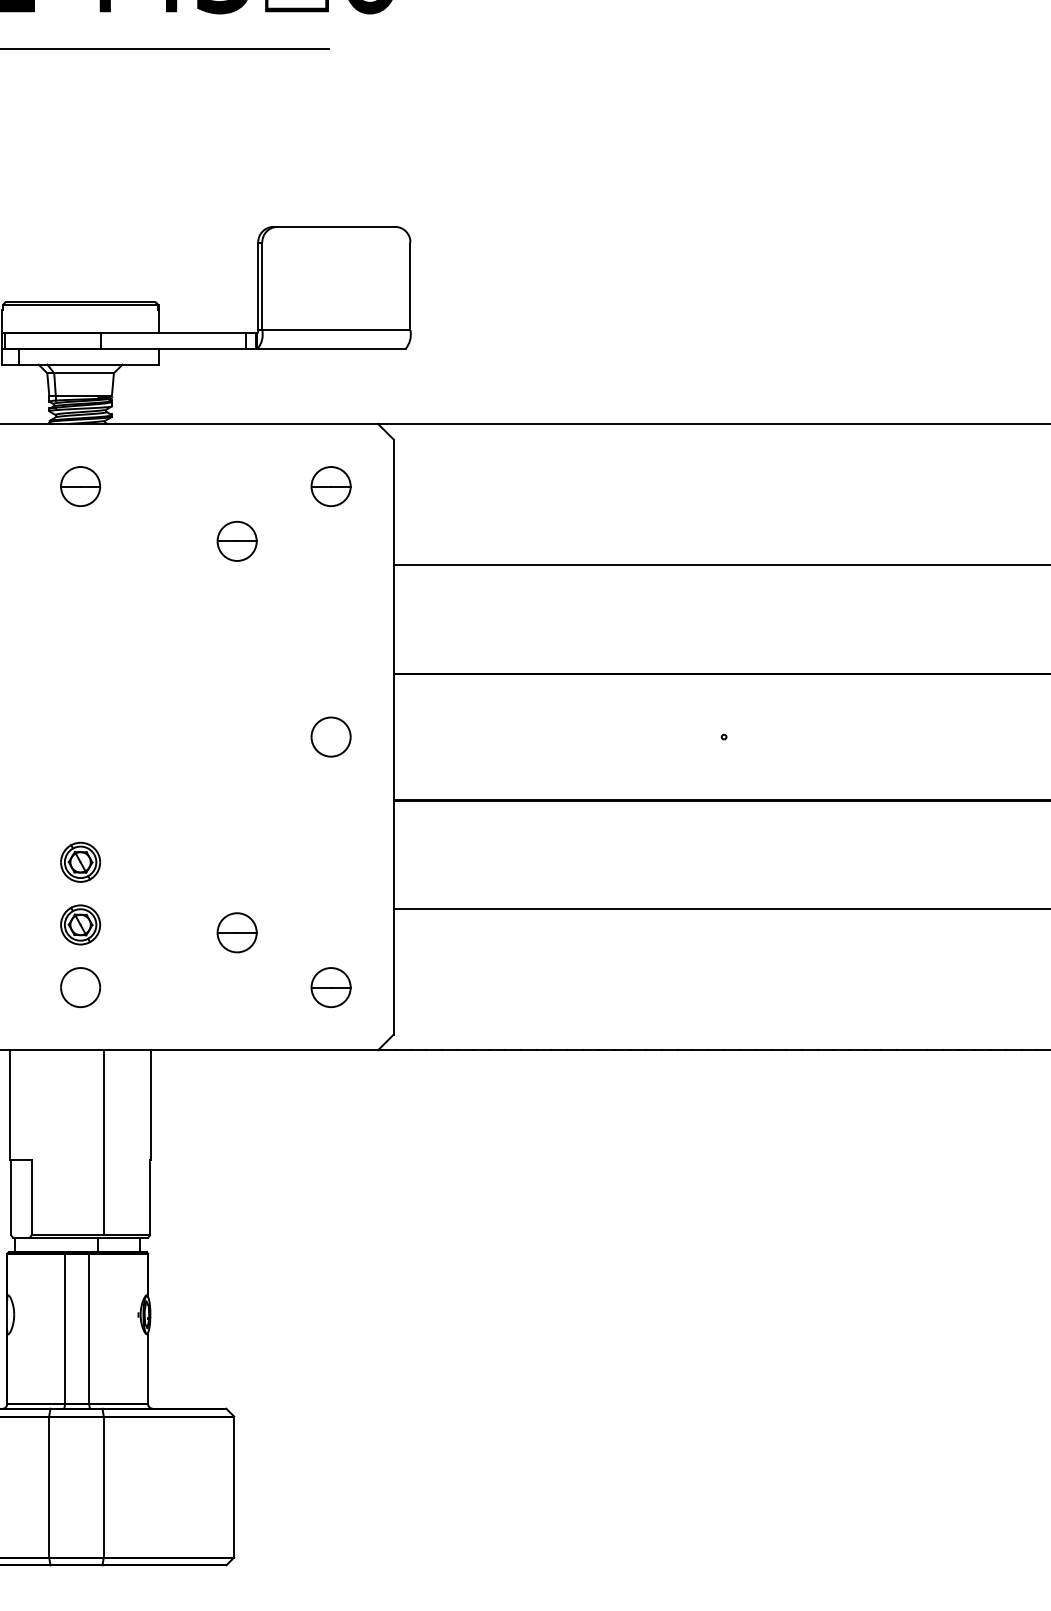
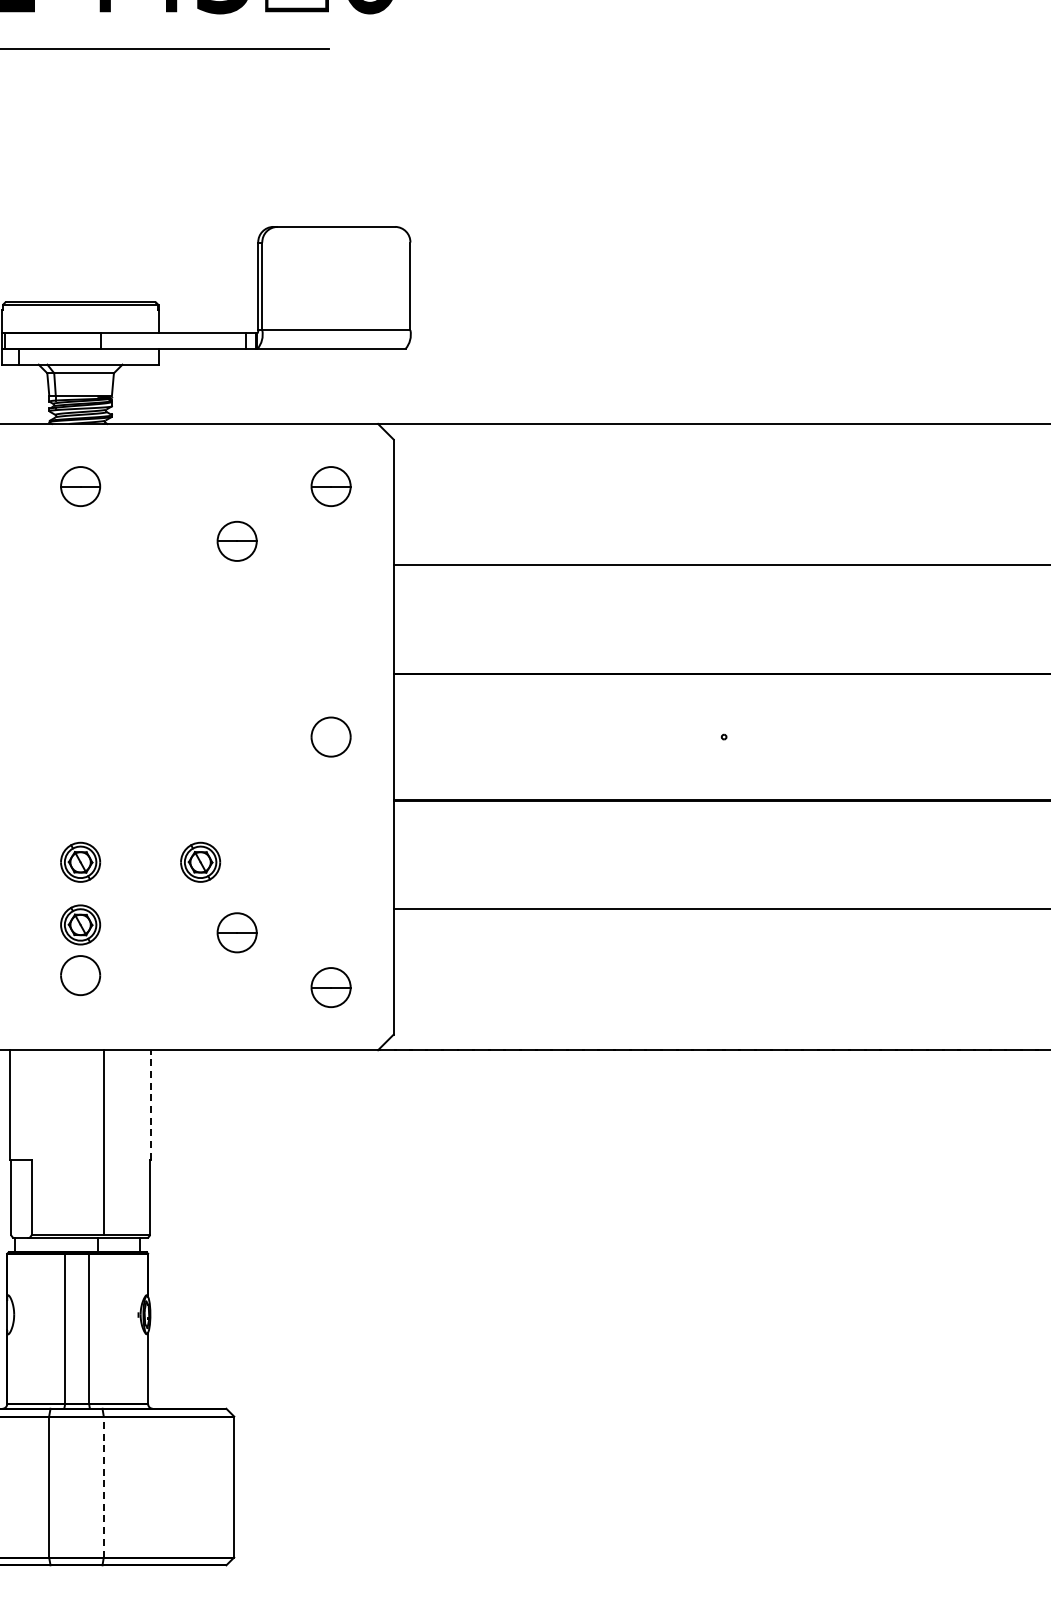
part at (200, 861): none -> present
part at (80, 987) position: (80, 987) -> (80, 975)
line at (151, 1105): solid -> dashed
line at (103, 1486): solid -> dashed
